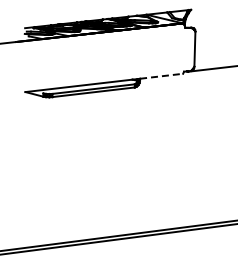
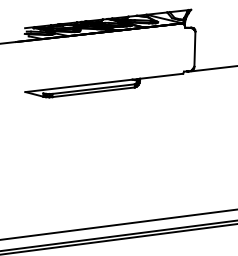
line at (161, 76): dashed -> solid
line at (118, 224): none -> present
